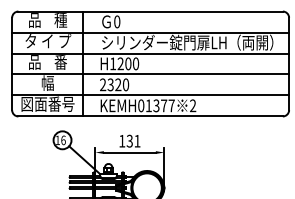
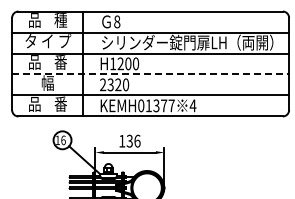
text at (117, 22): 0 -> 8
line at (151, 74): solid -> dashed
text at (47, 103): 図面番号 -> 品    番
text at (192, 105): 2 -> 4
text at (137, 140): 131 -> 136
